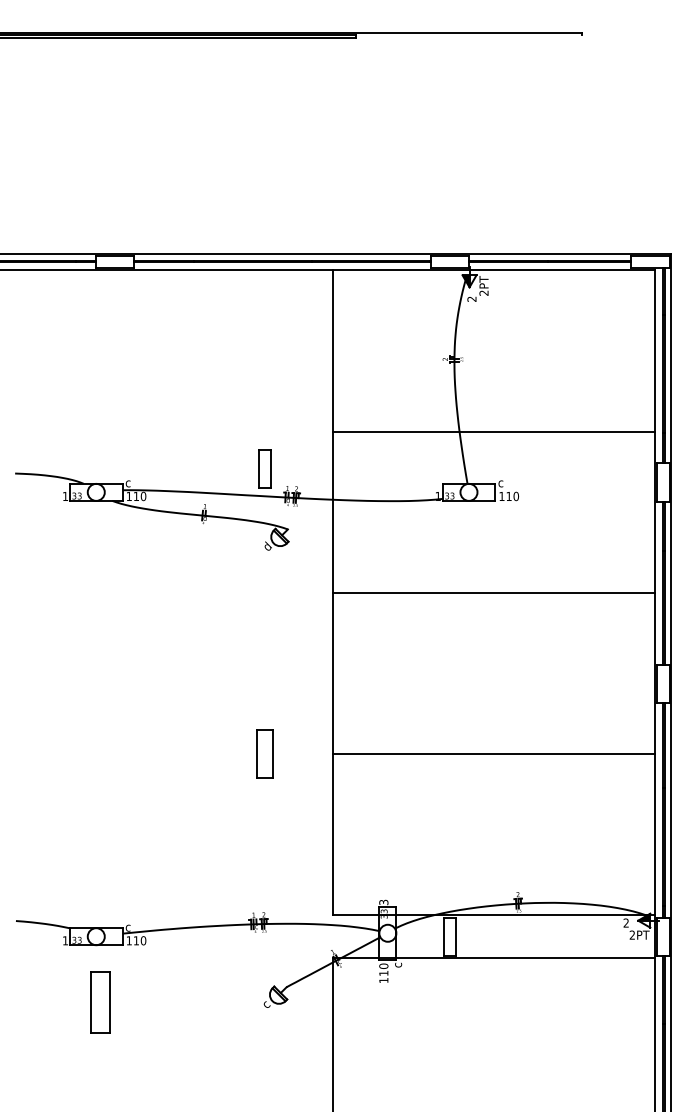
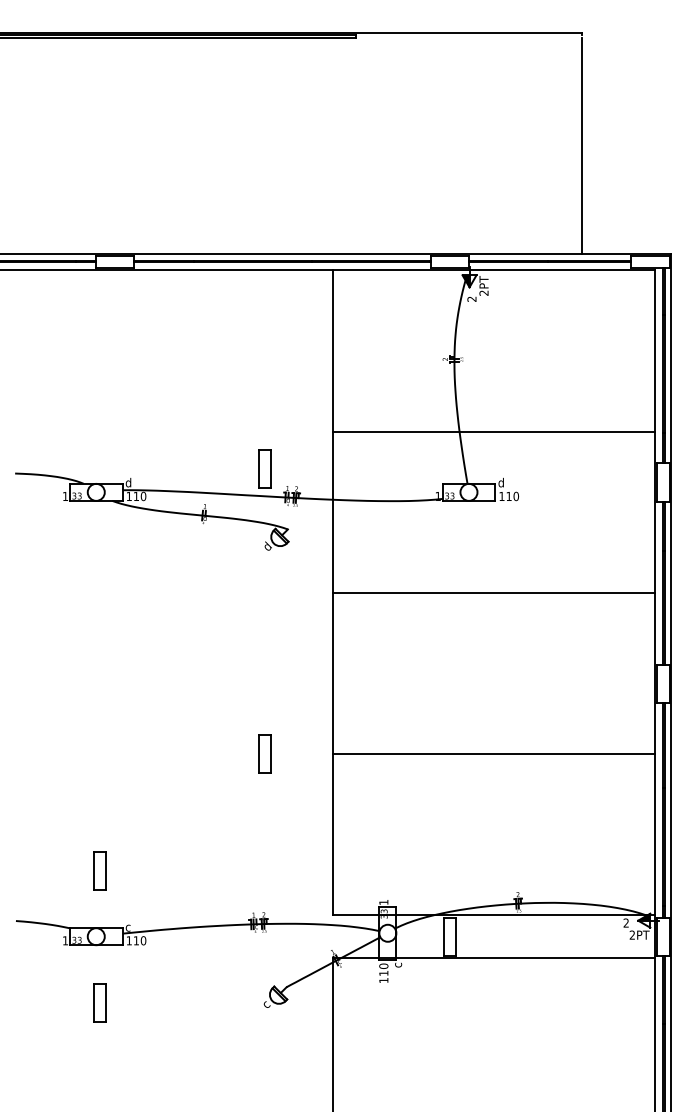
line at (582, 146): none -> present
text at (128, 482): c -> d
text at (501, 482): c -> d
part at (264, 753) size: 18x50 px -> 14x40 px
part at (99, 870): none -> present
text at (383, 902): 3 -> 1
part at (100, 1002) size: 21x63 px -> 14x40 px
